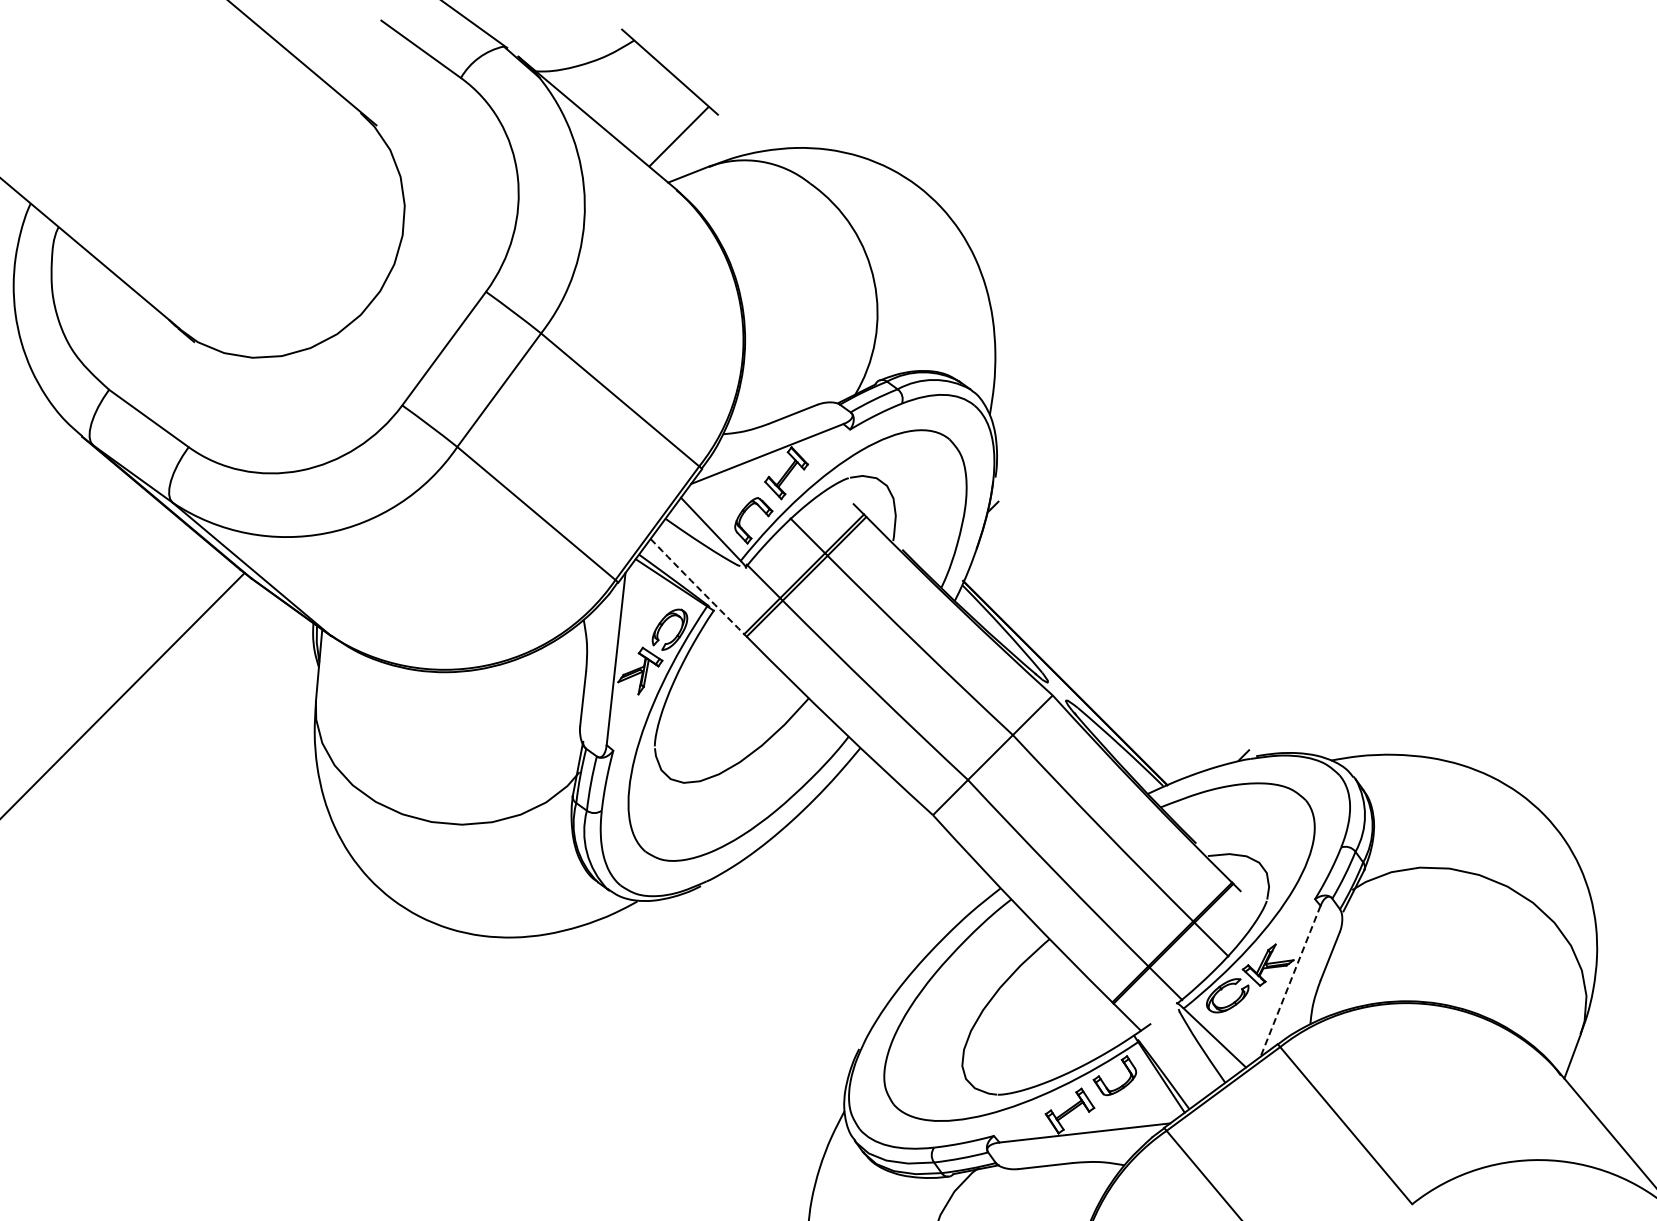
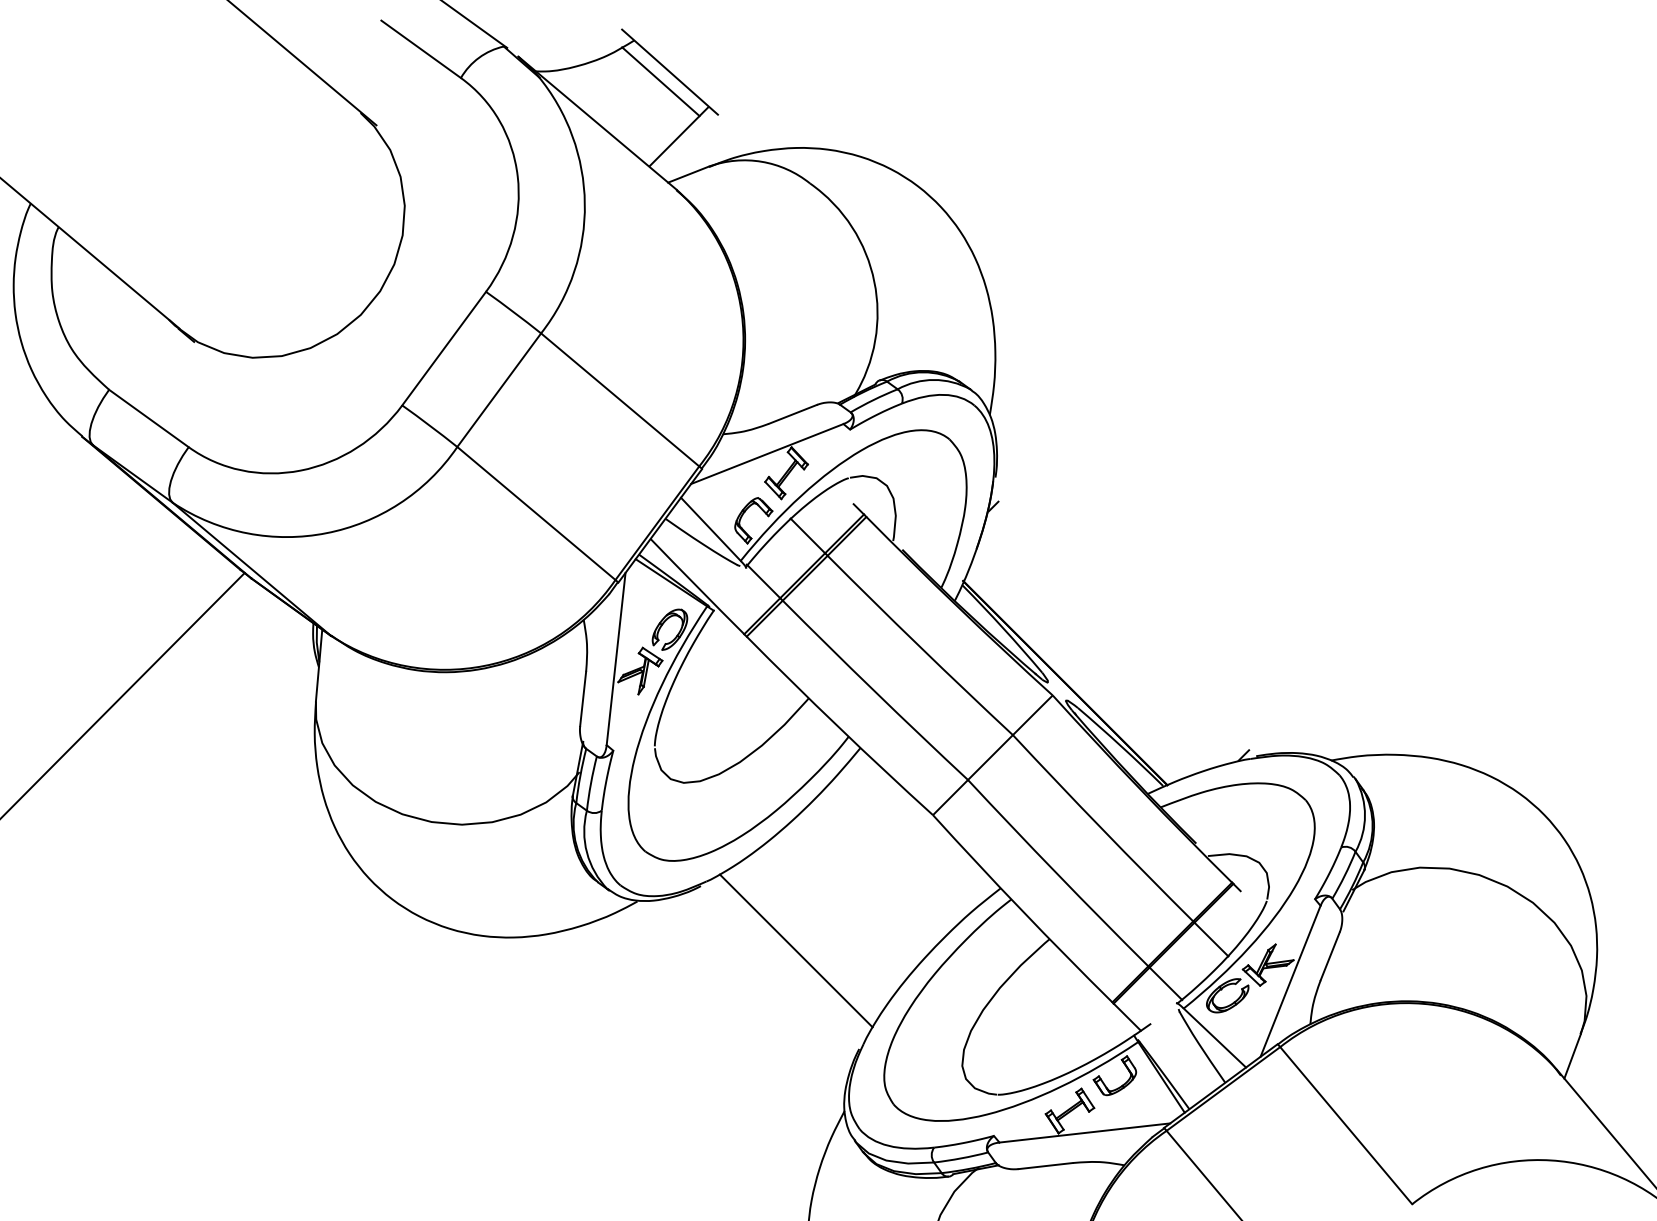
line at (660, 81): none -> present
arc at (697, 586): dashed -> solid
line at (795, 950): none -> present
line at (1290, 981): dashed -> solid
